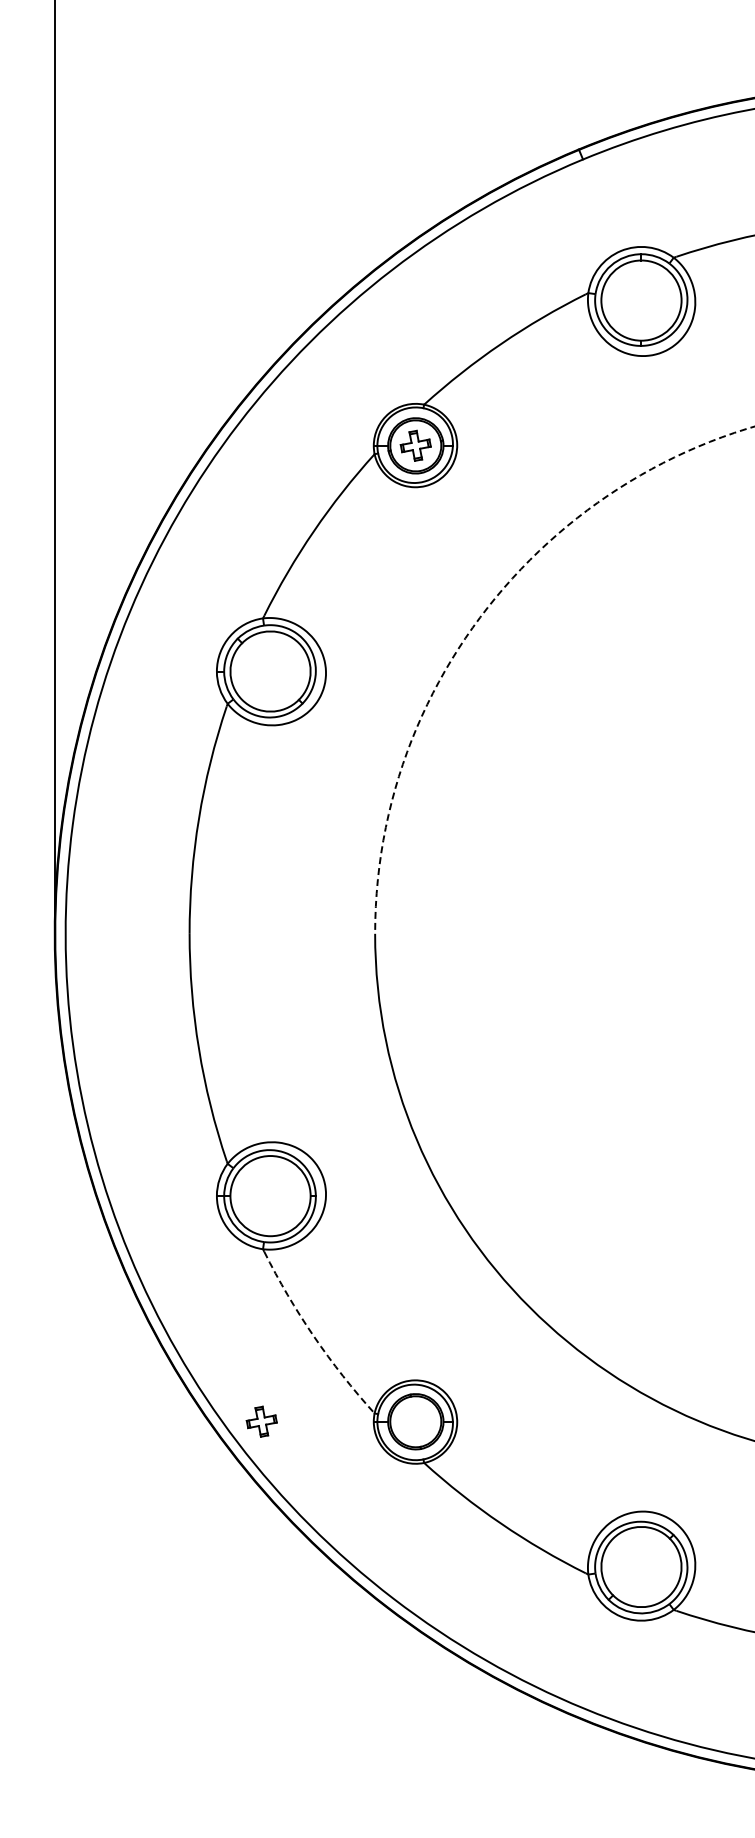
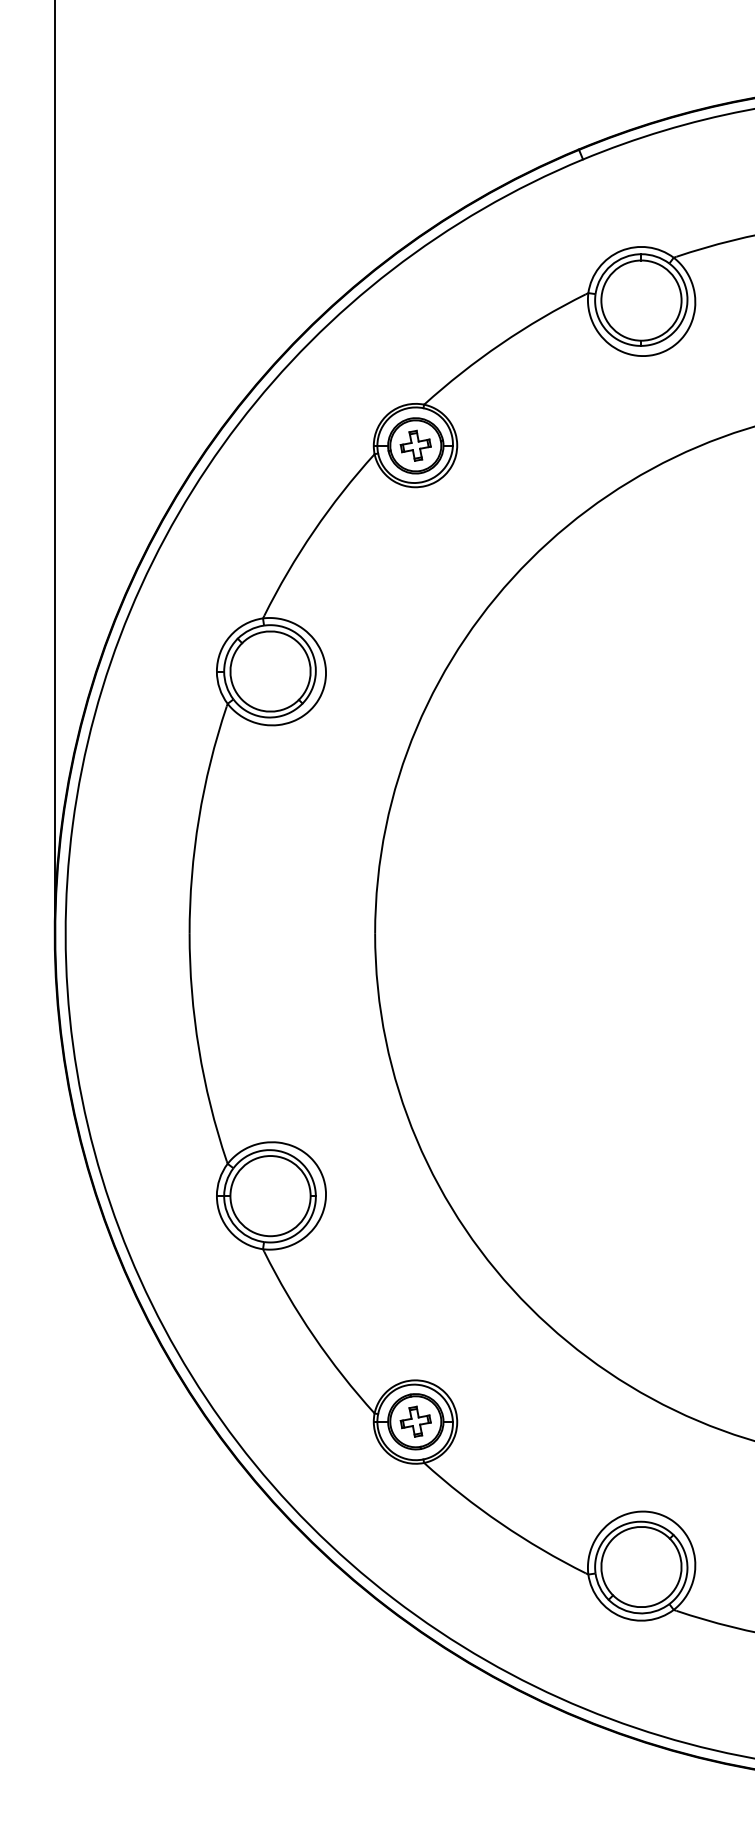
arc at (480, 616): dashed -> solid
arc at (313, 1336): dashed -> solid
part at (261, 1421) position: (261, 1421) -> (415, 1421)
